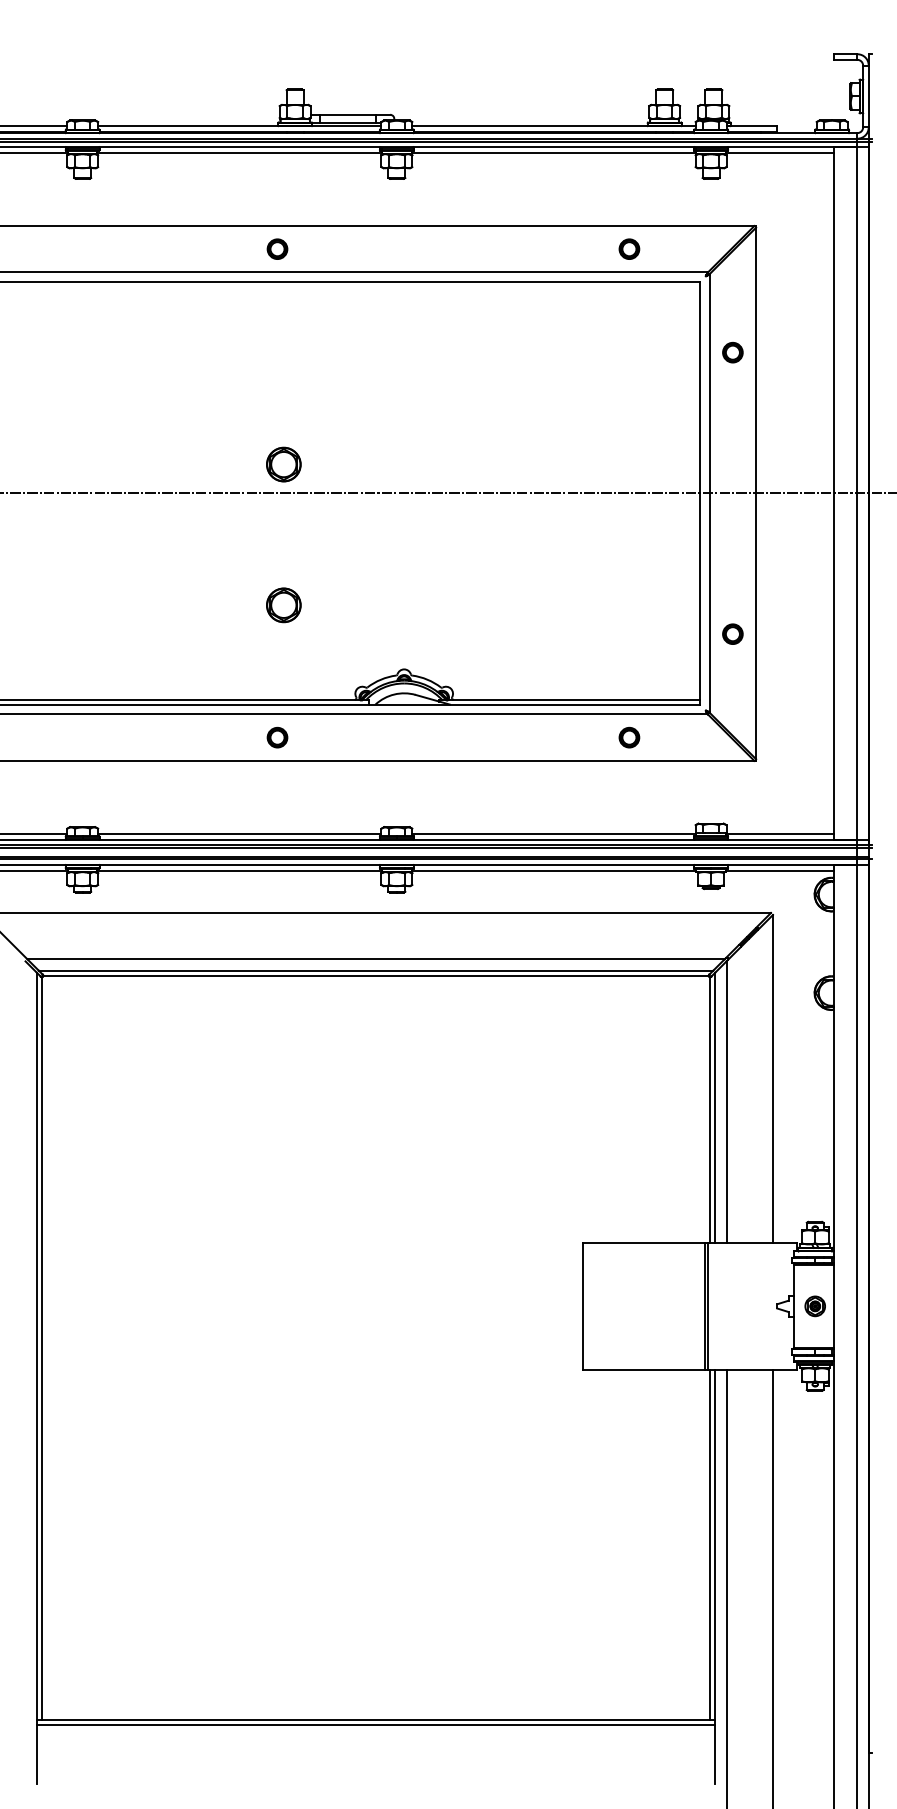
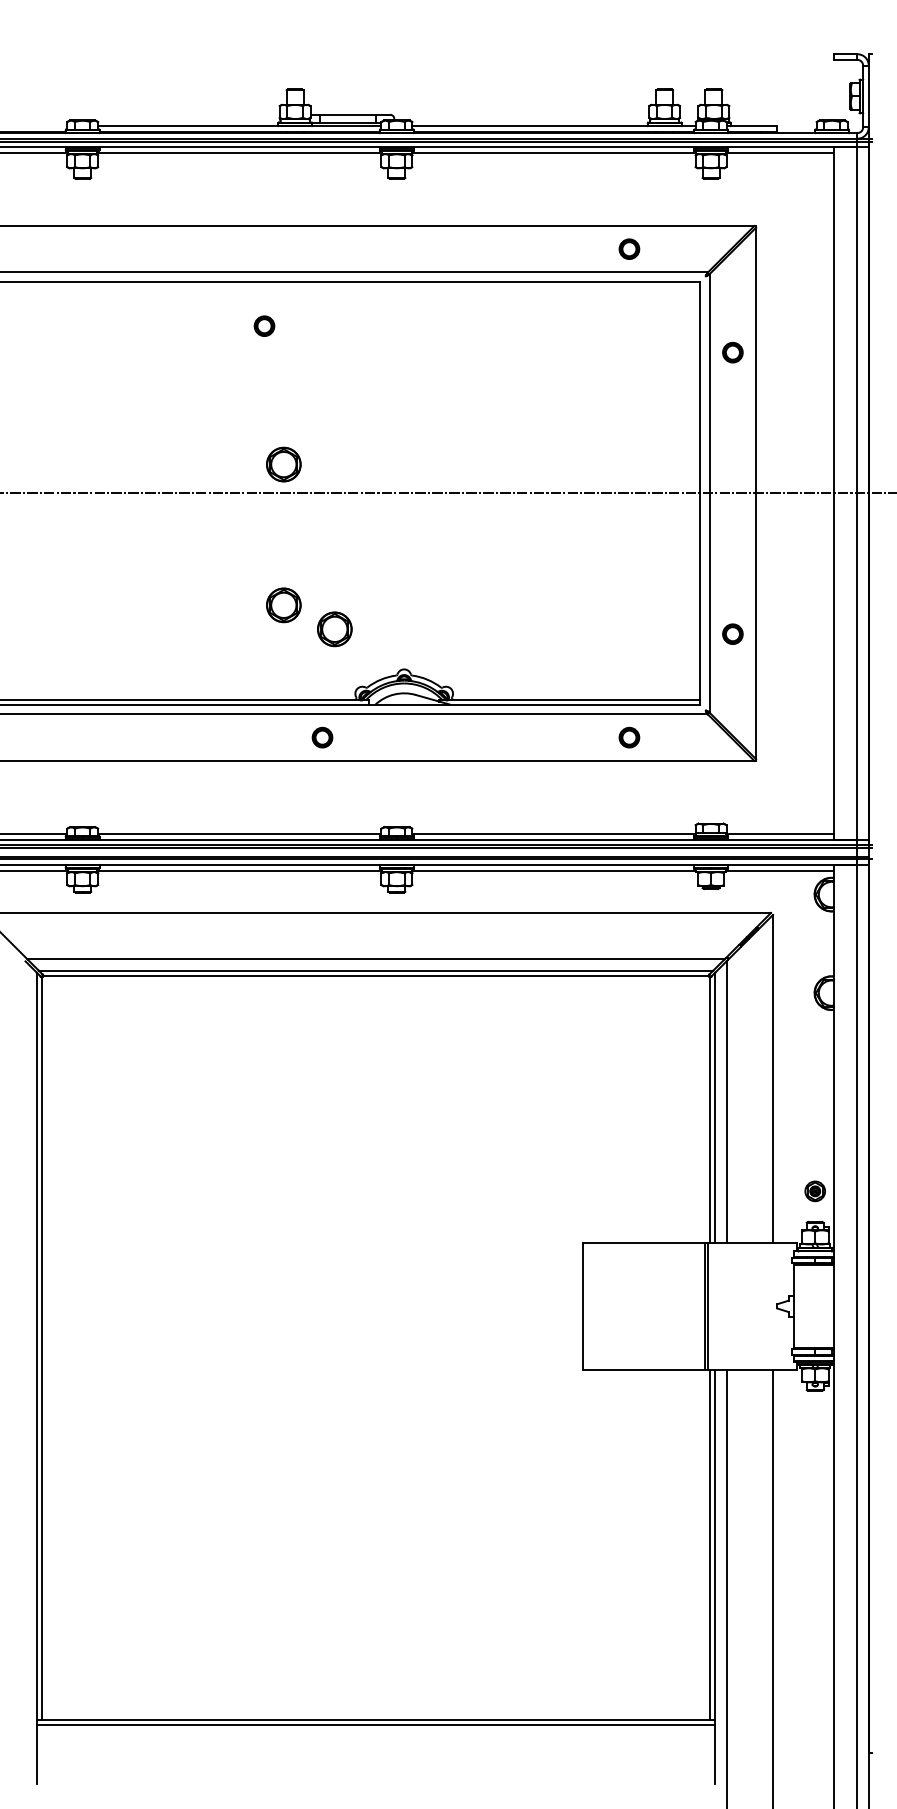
line at (34, 126): present -> none
part at (277, 248) position: (277, 248) -> (264, 325)
part at (334, 629): none -> present
part at (277, 737) position: (277, 737) -> (322, 737)
part at (814, 1306) position: (814, 1306) -> (814, 1191)
